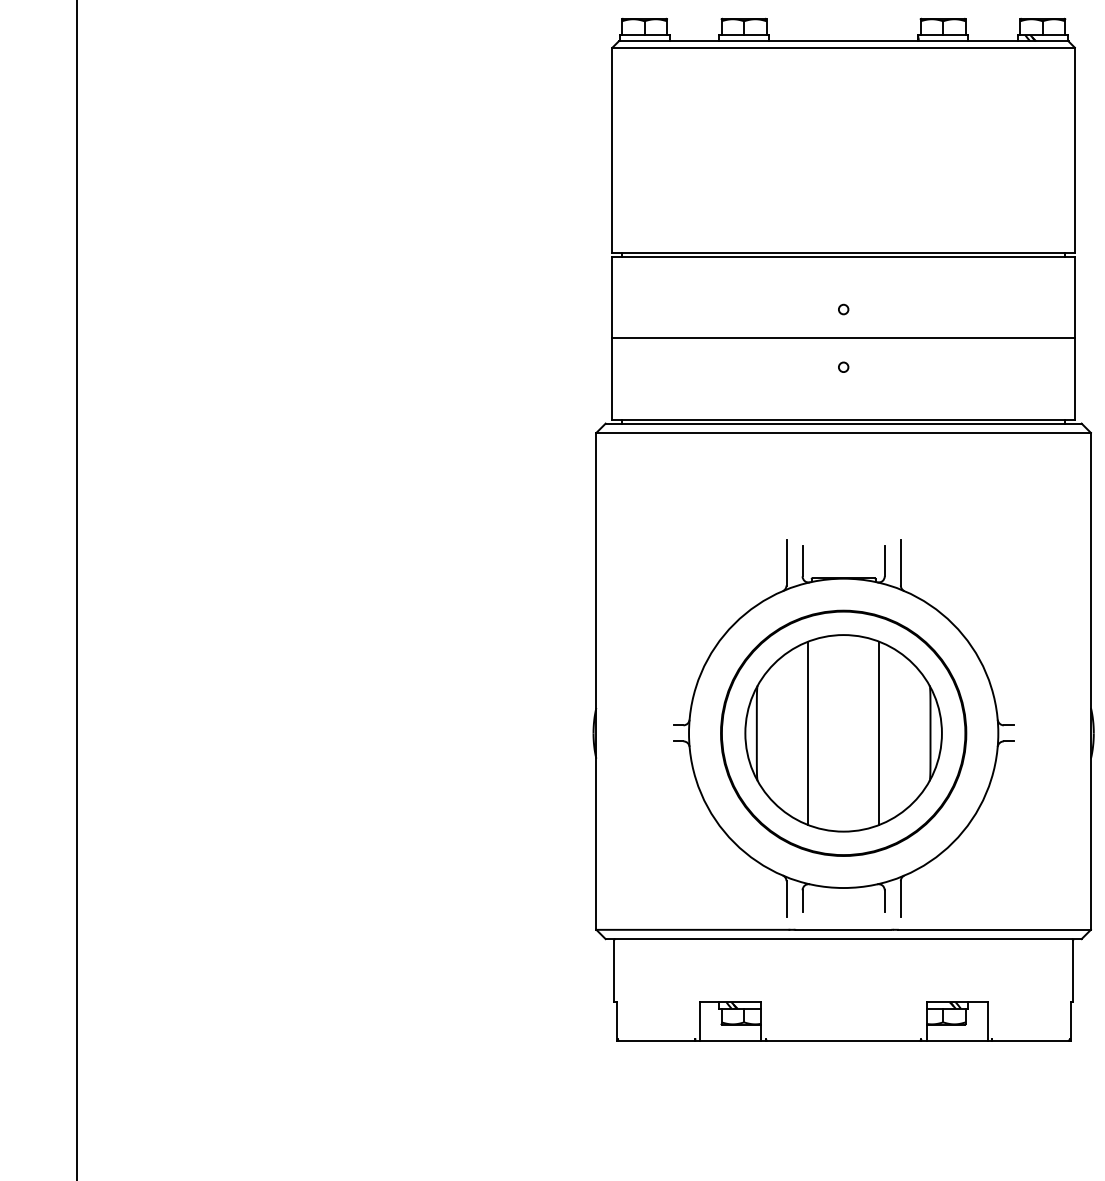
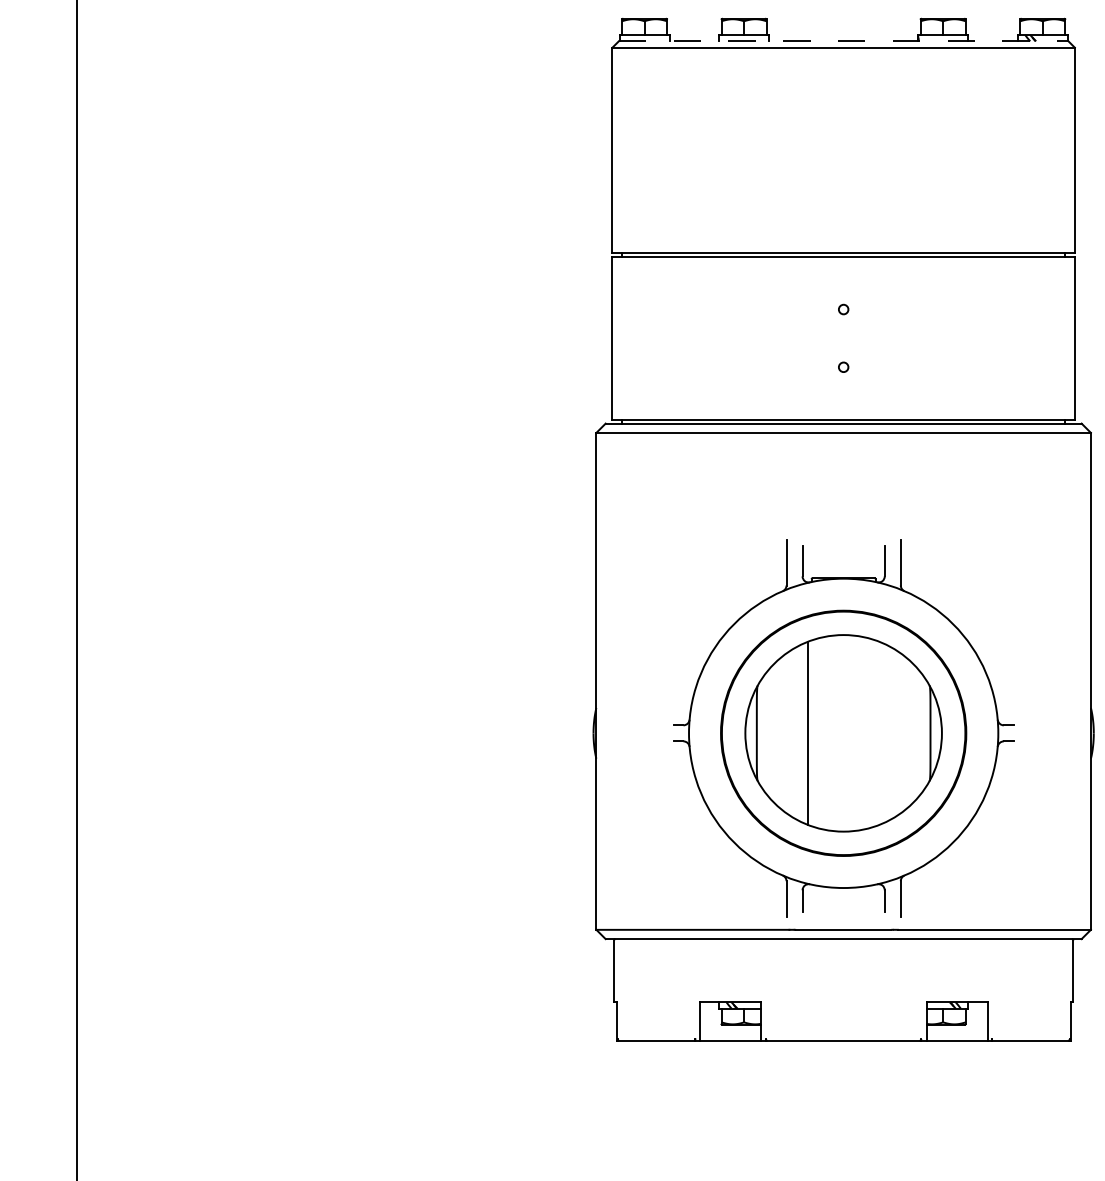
line at (843, 41): solid -> dashed
line at (843, 338): present -> none
line at (878, 732): present -> none
